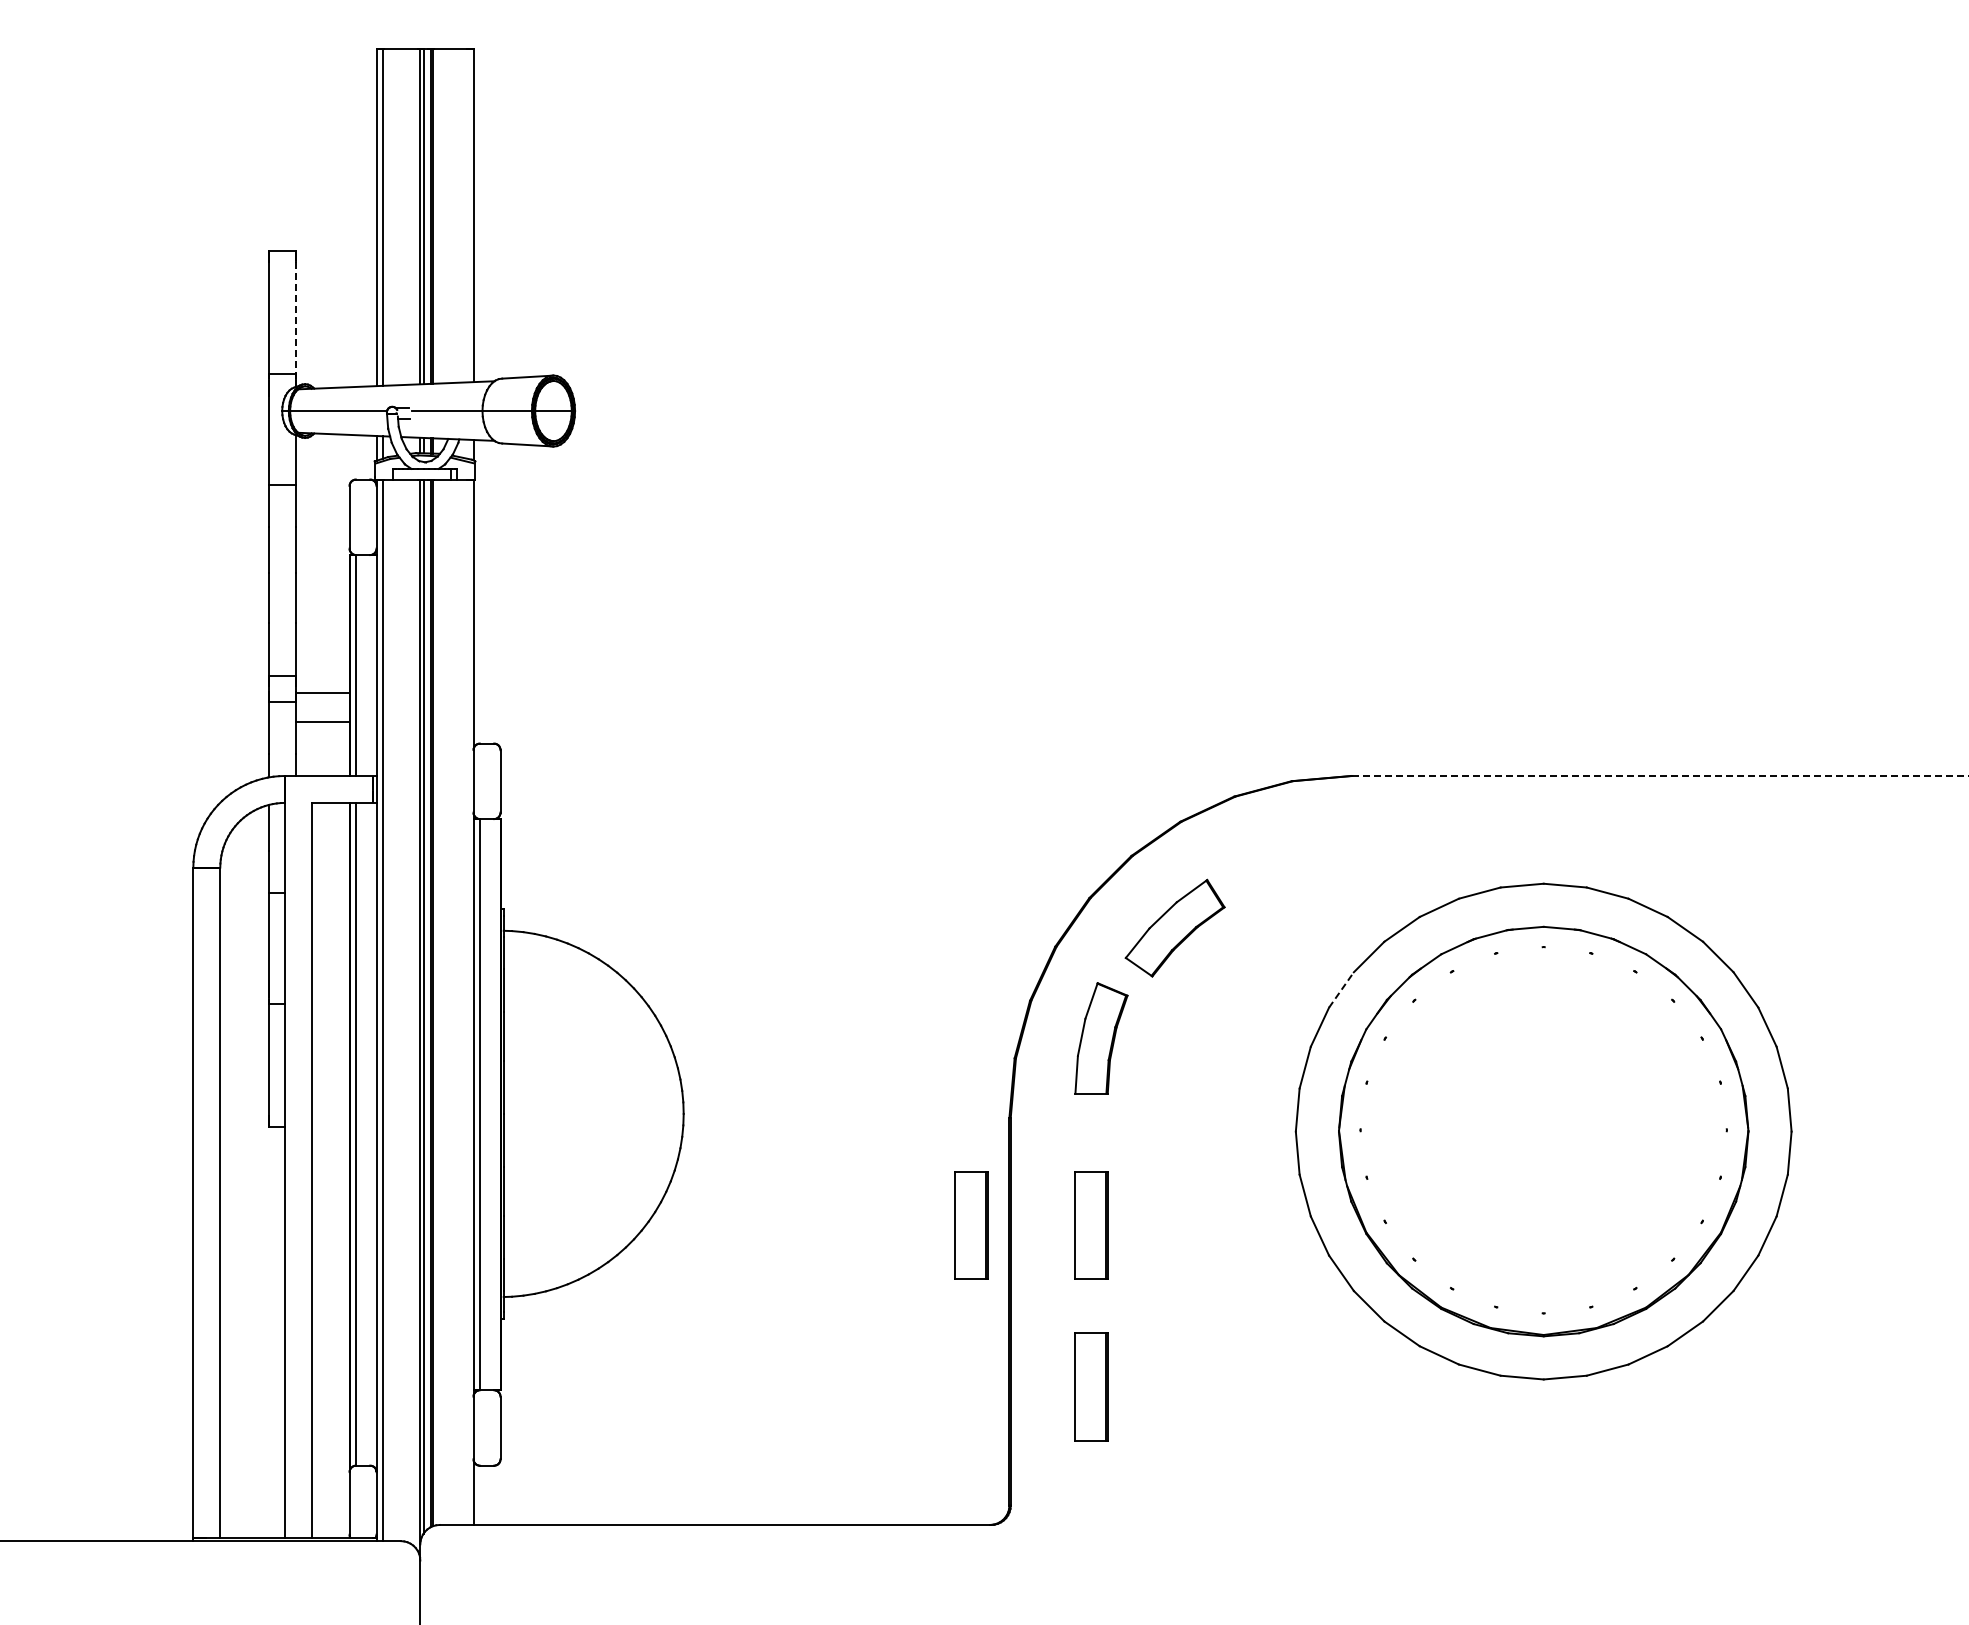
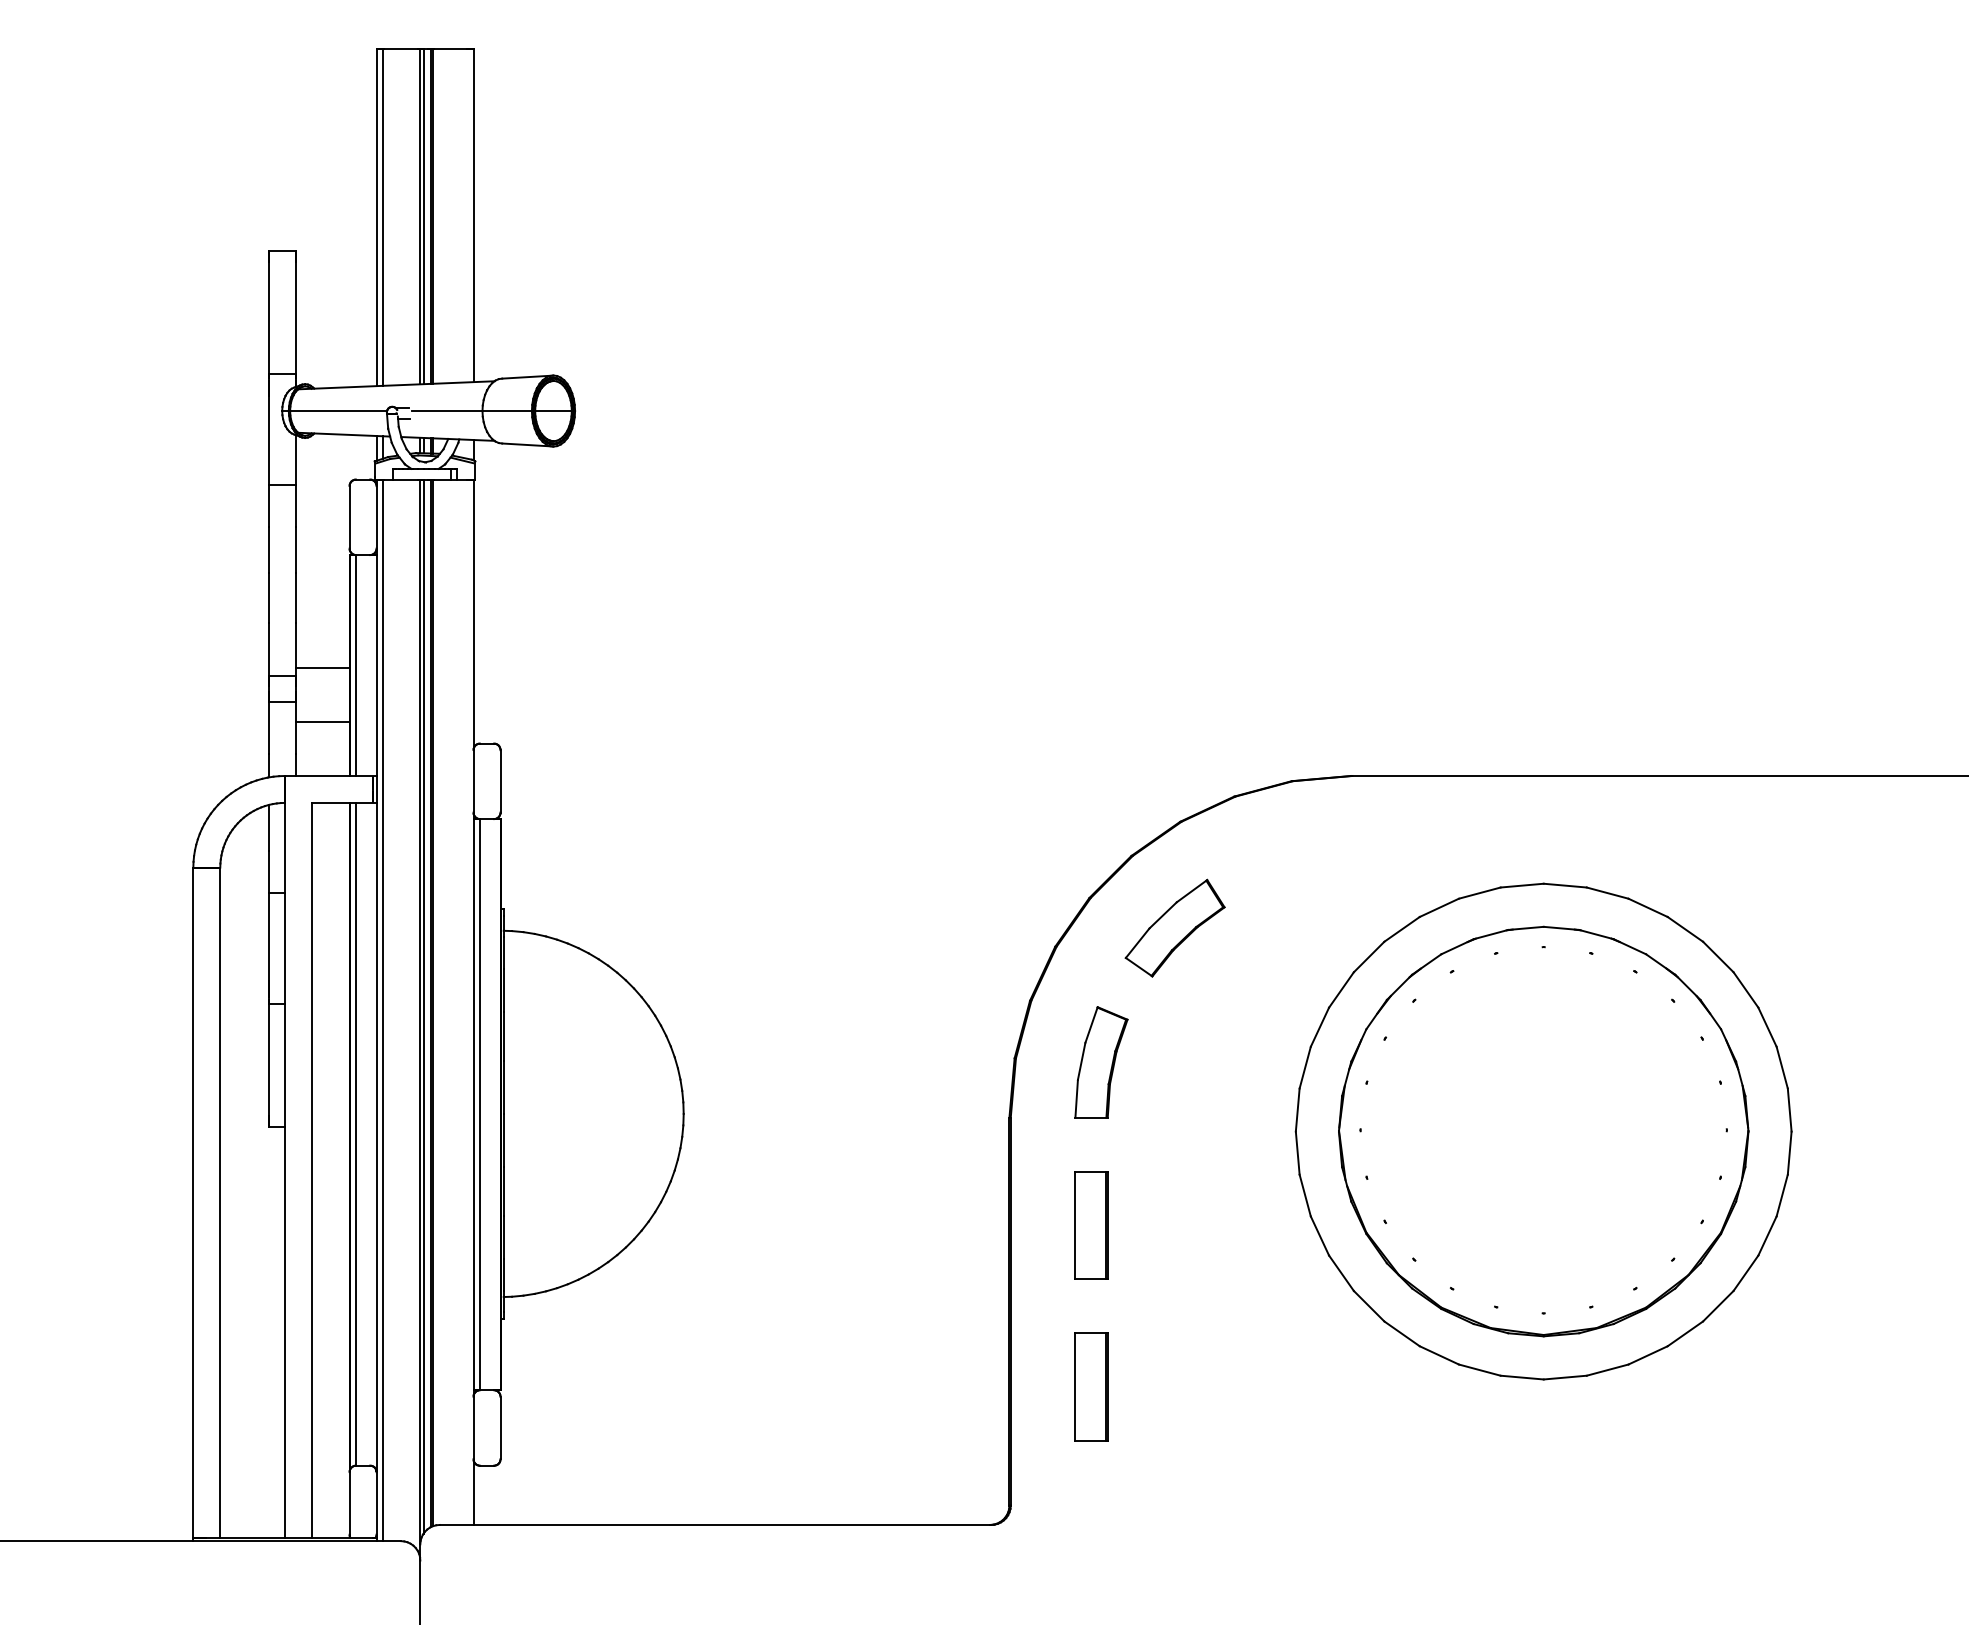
line at (295, 318): dashed -> solid
line at (322, 693) position: (322, 693) -> (322, 668)
line at (1661, 775): dashed -> solid
line at (1341, 989): dashed -> solid
part at (1101, 1038) position: (1101, 1038) -> (1101, 1062)
part at (971, 1225): present -> none
